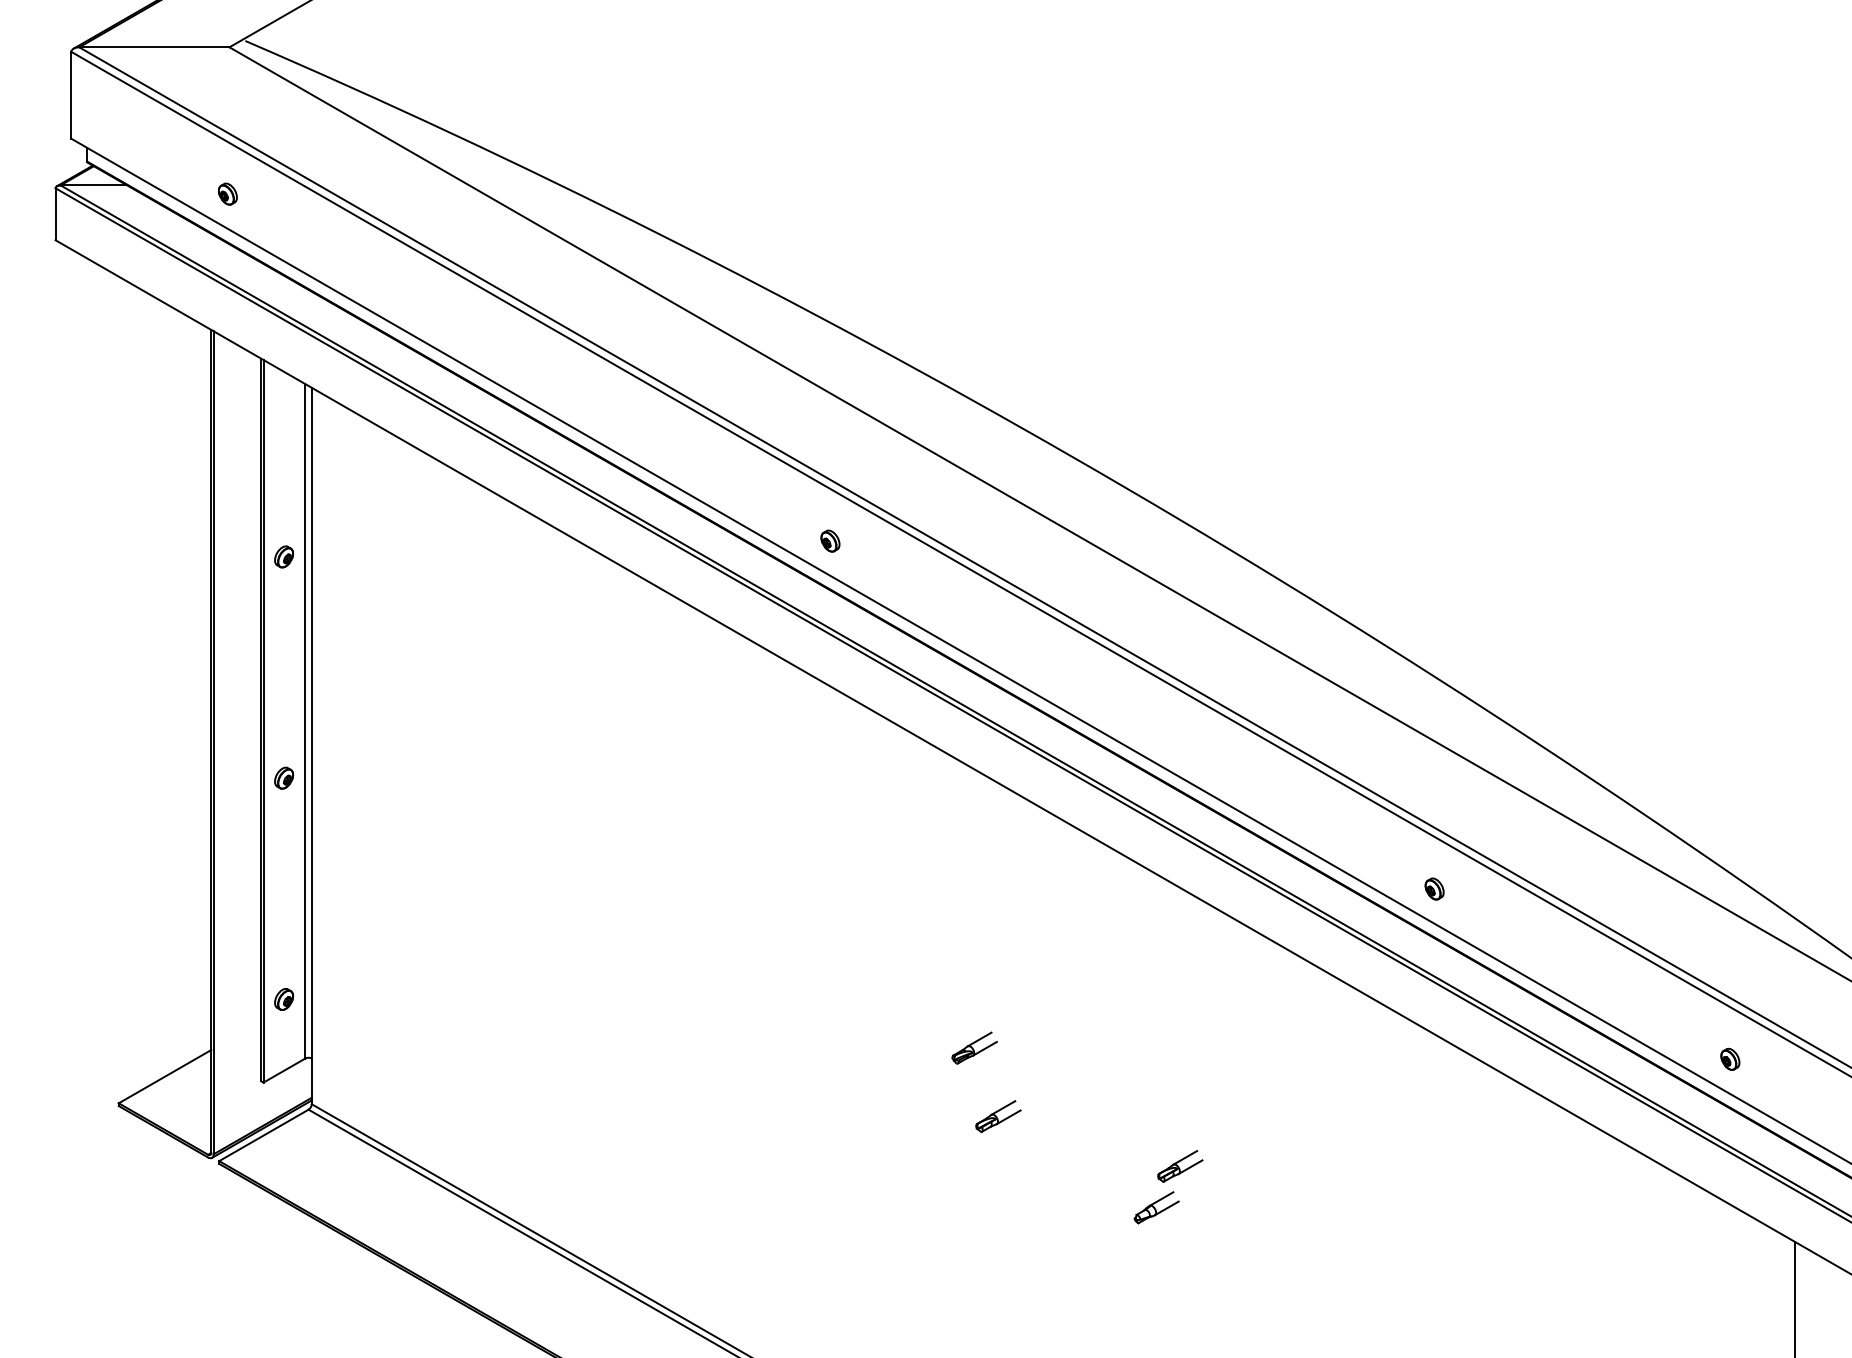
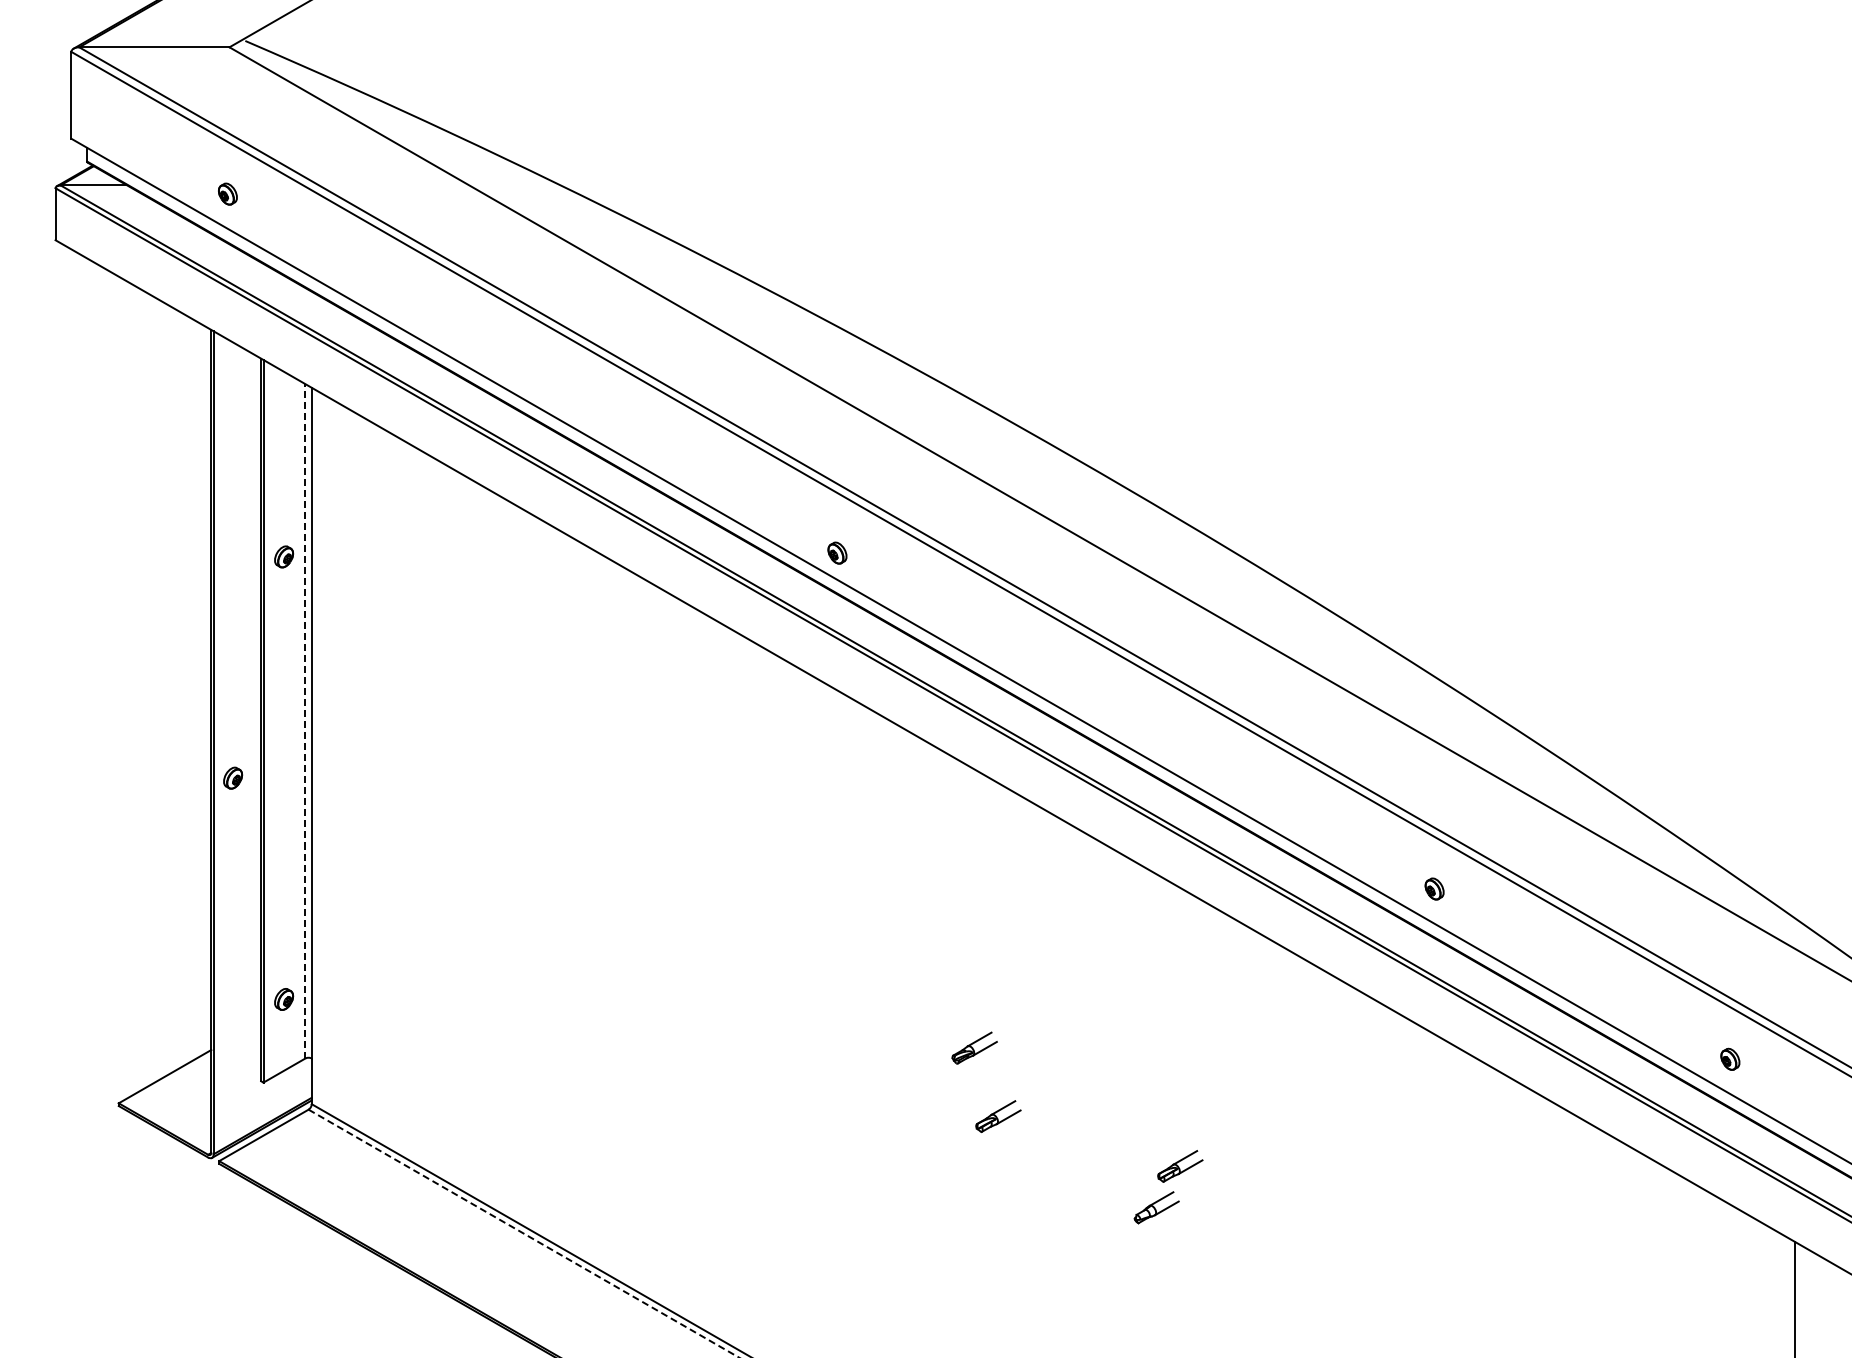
part at (830, 540) position: (830, 540) -> (837, 552)
line at (305, 720): solid -> dashed
part at (284, 777) position: (284, 777) -> (233, 777)
line at (524, 1233): solid -> dashed
